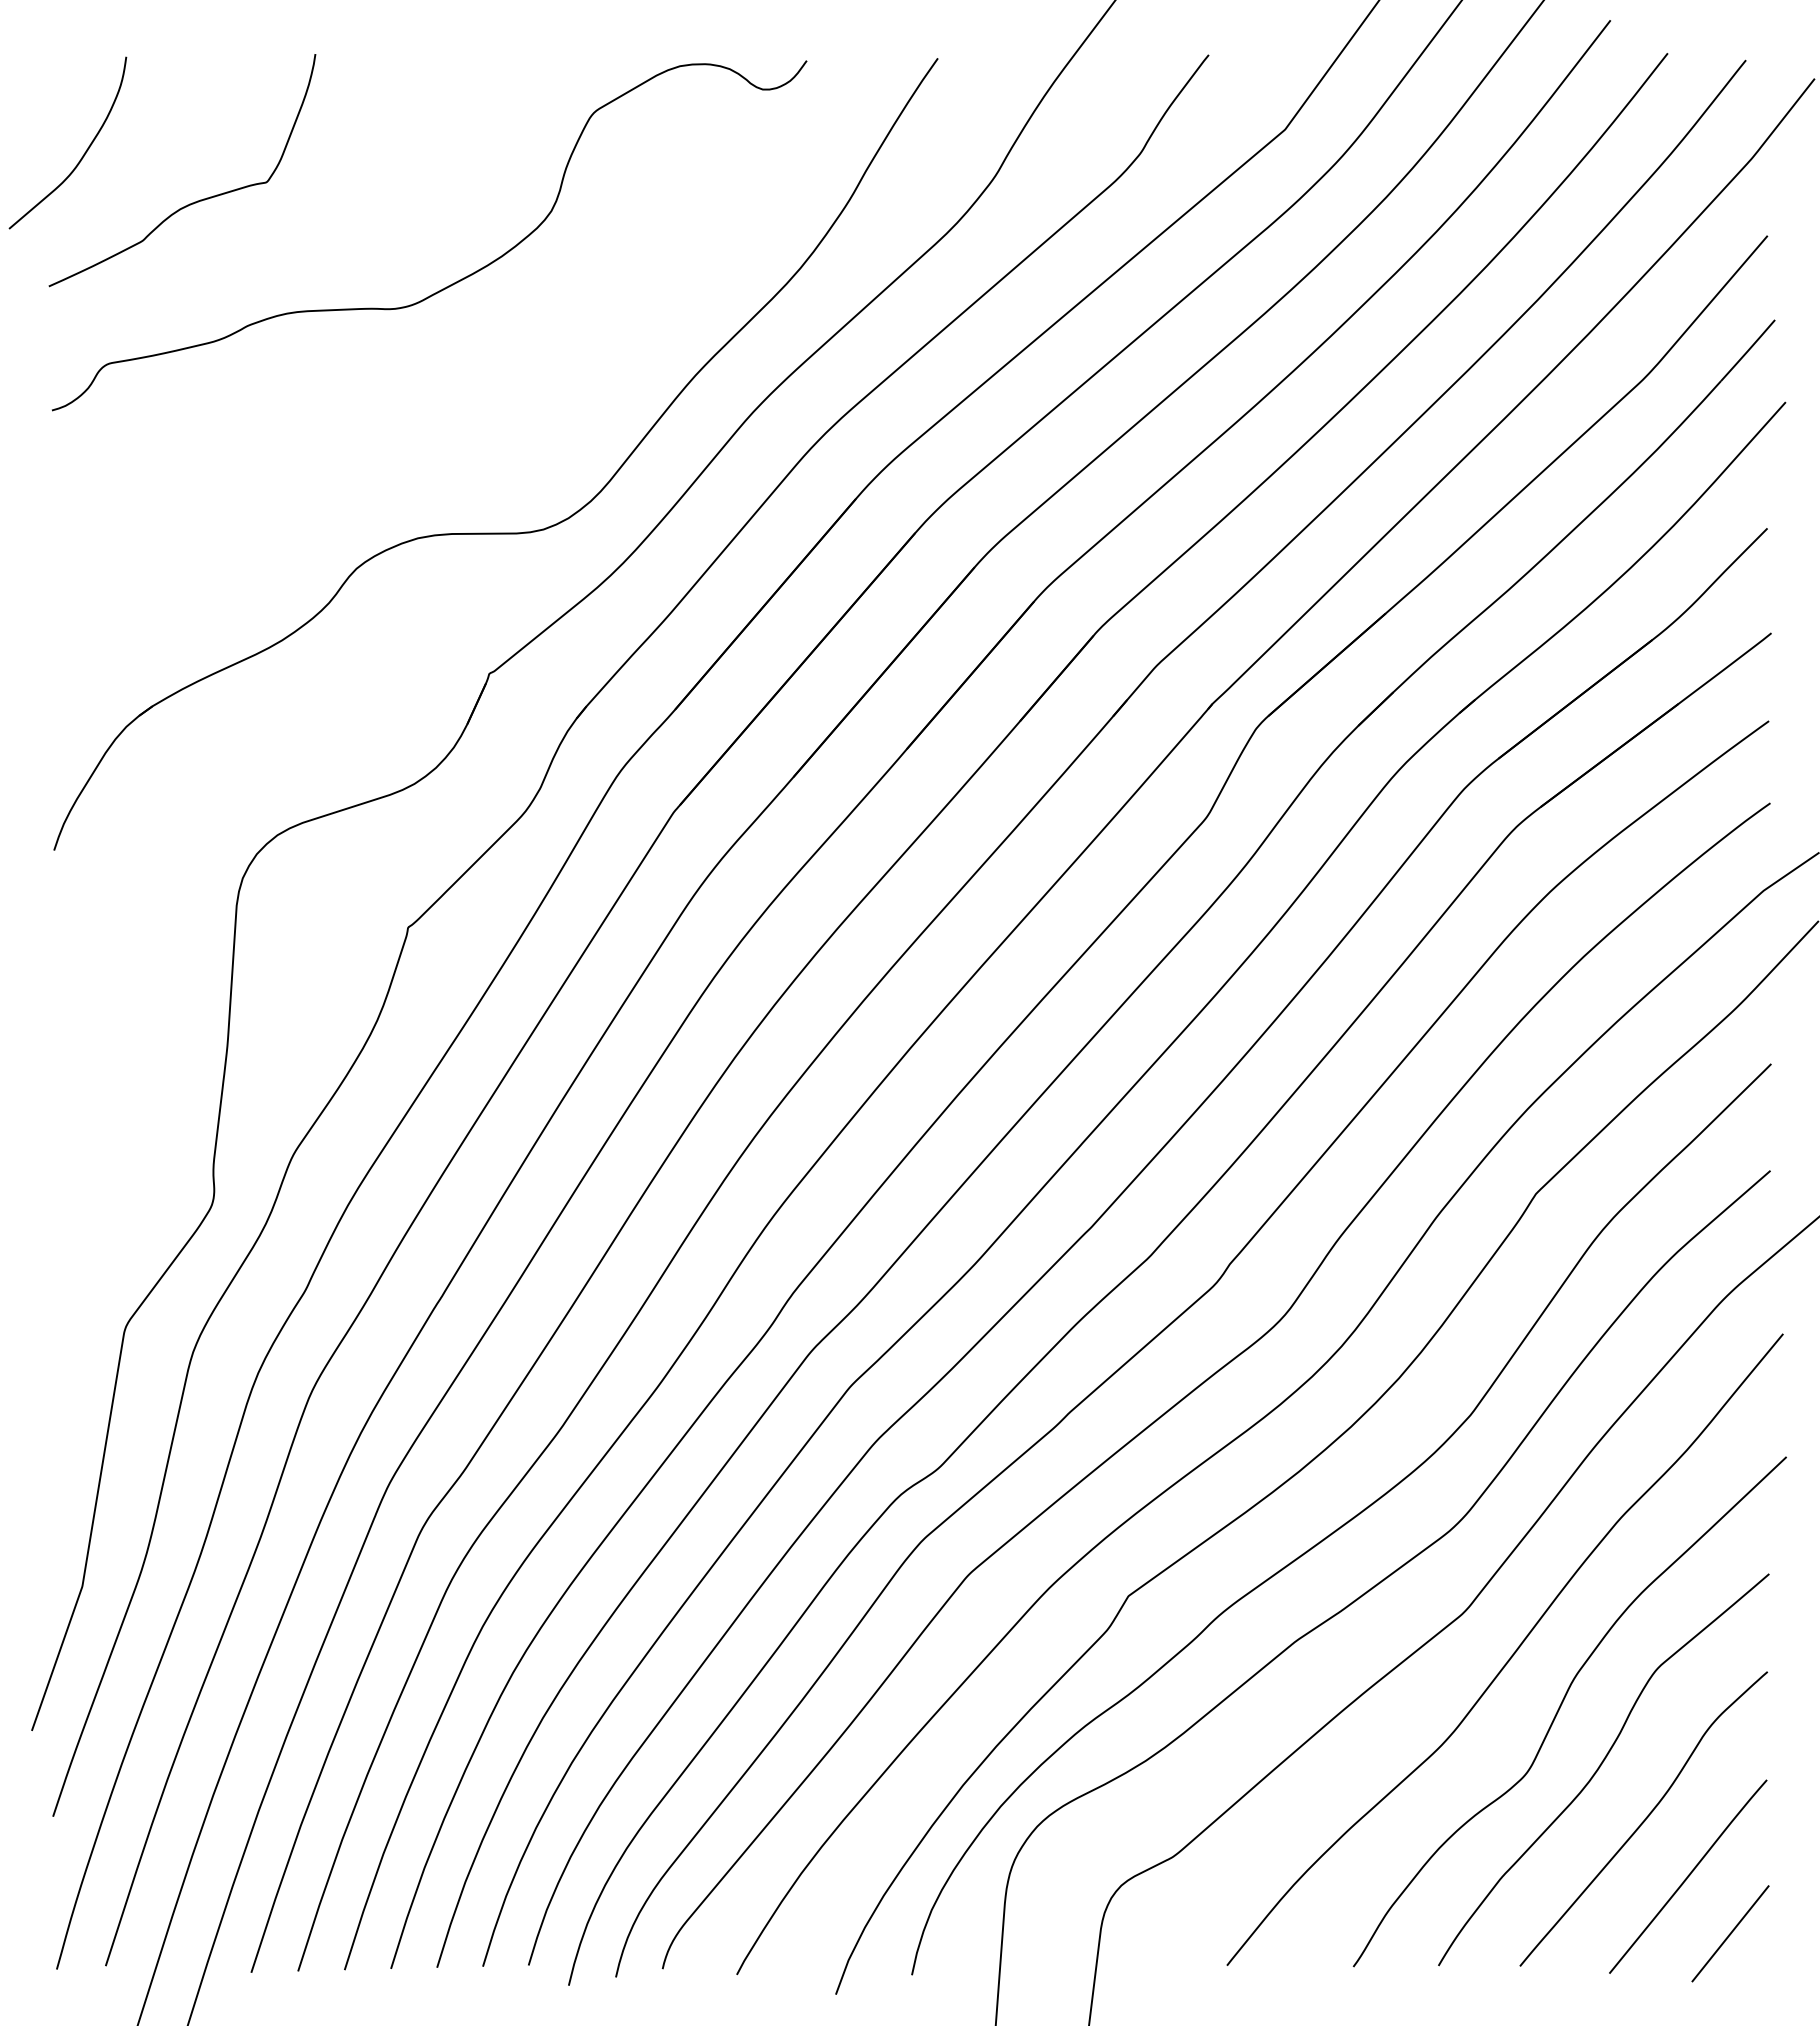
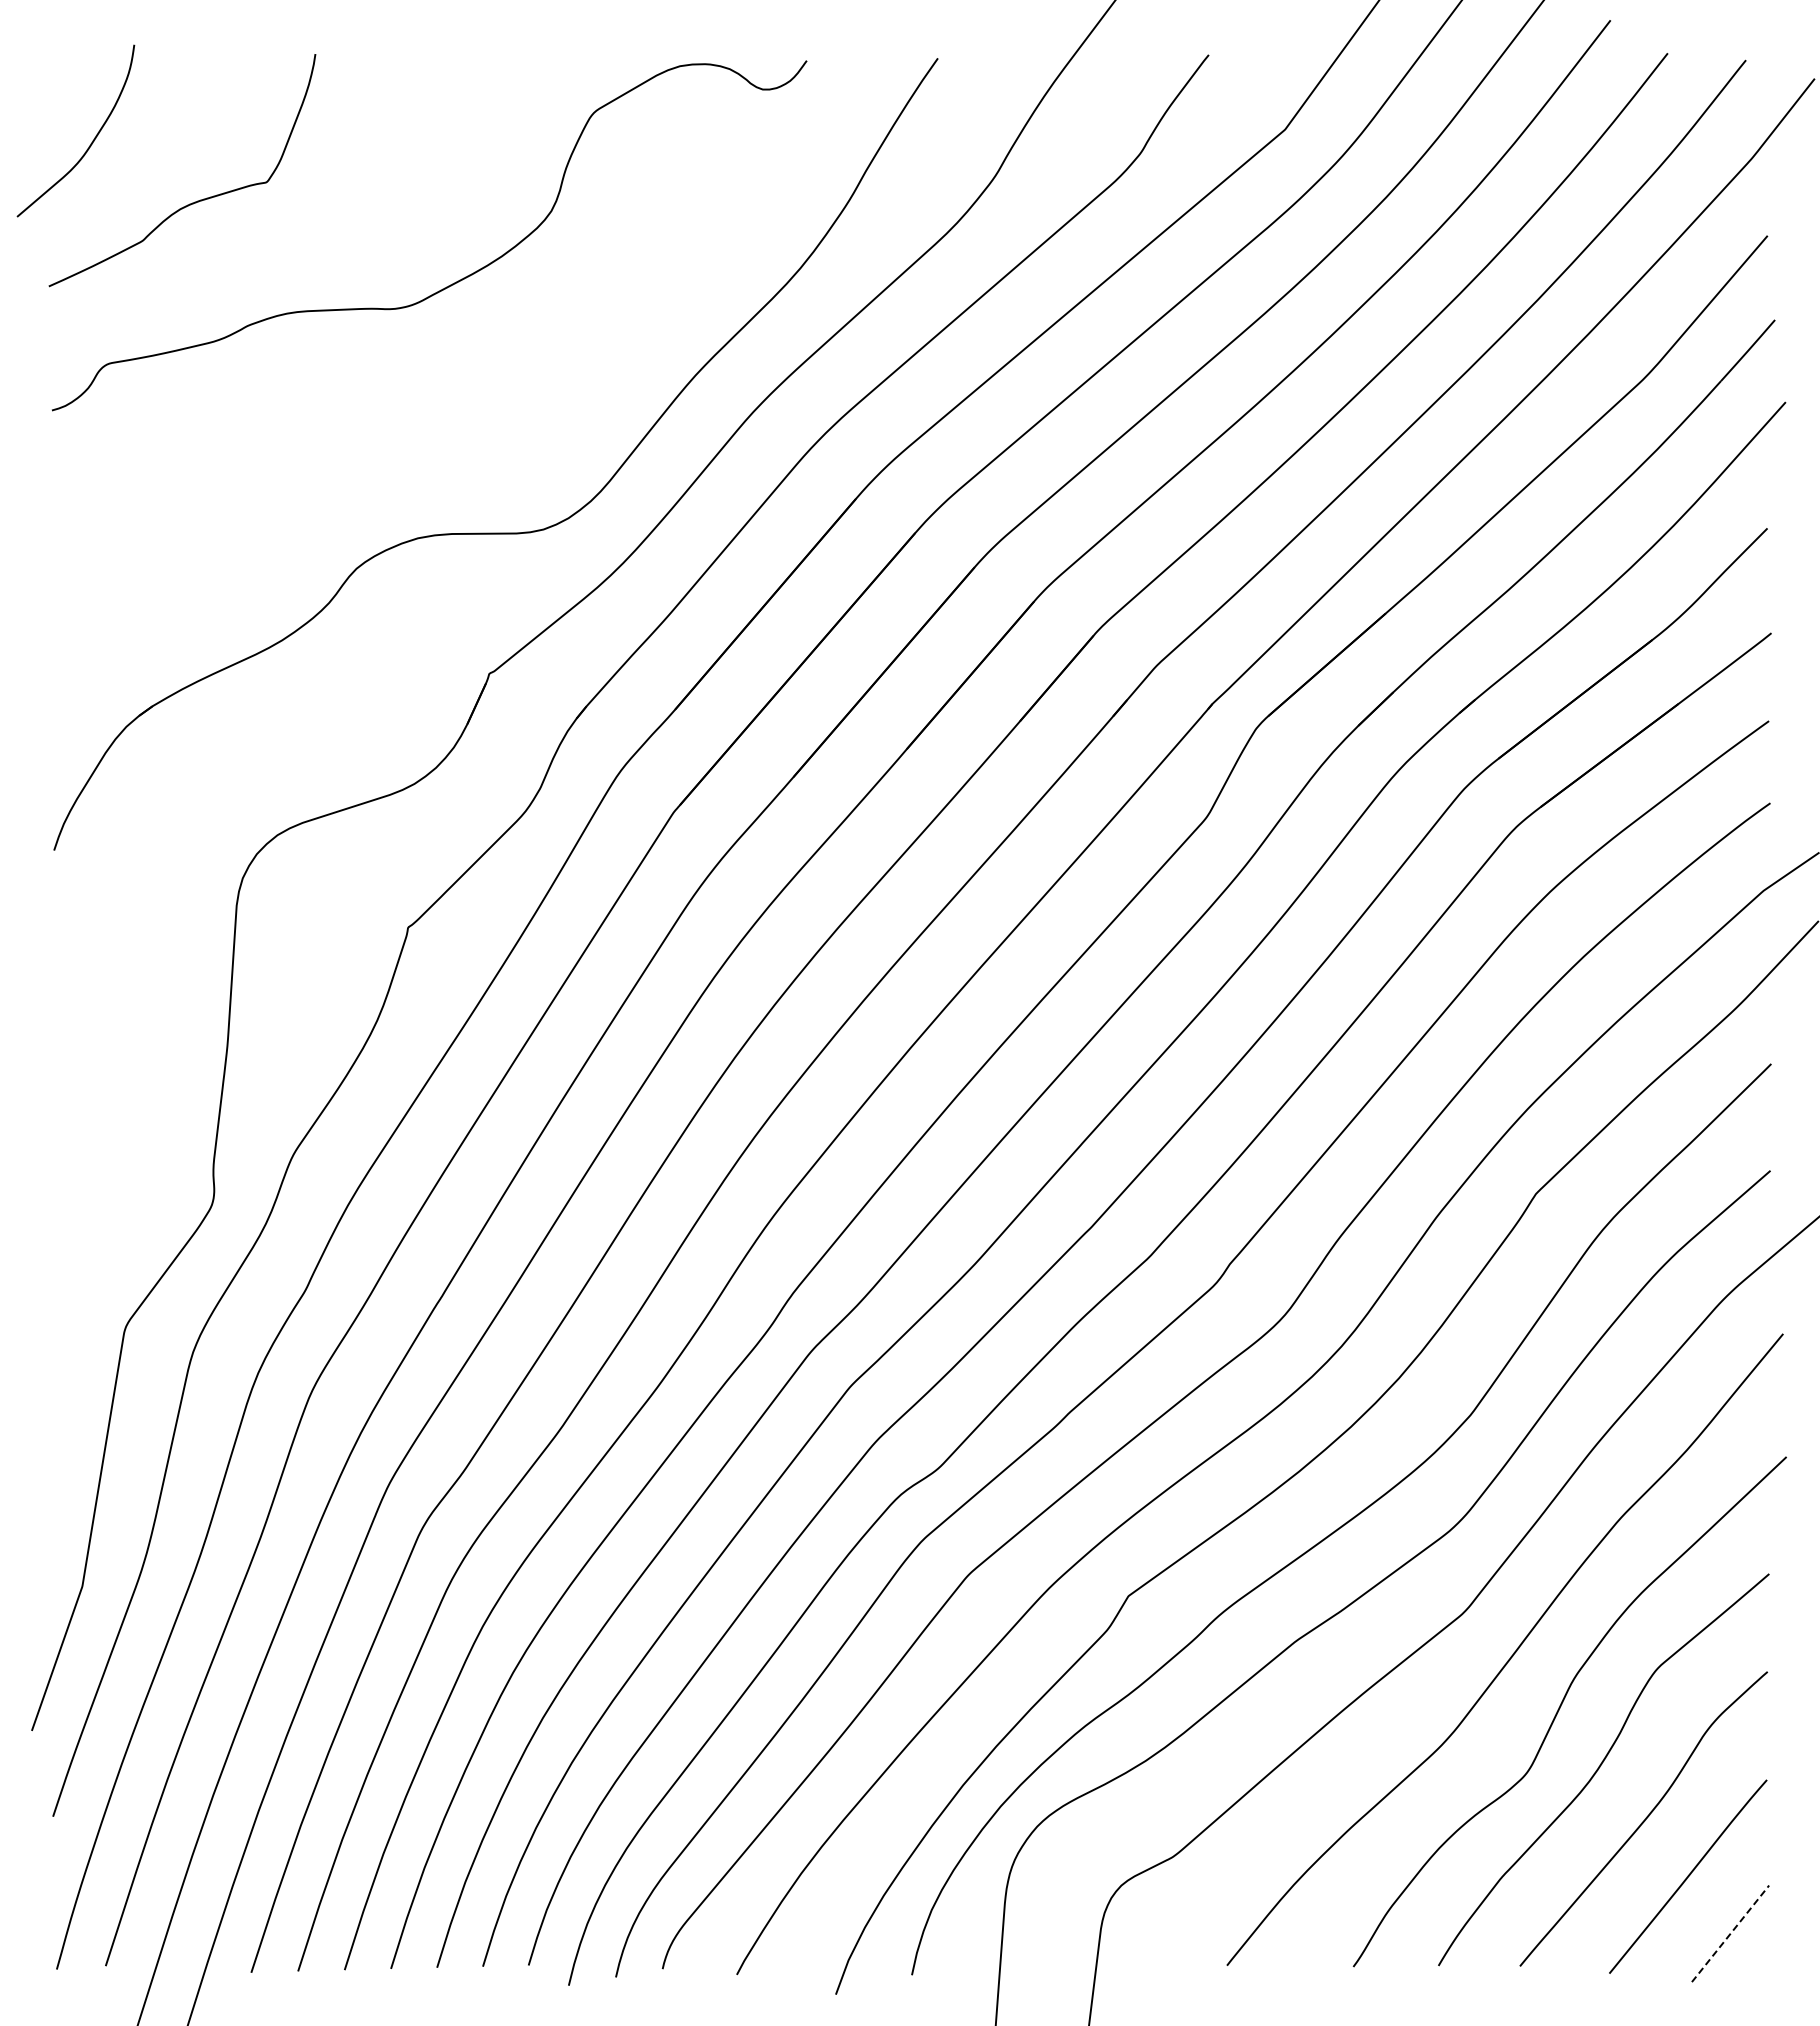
curve at (84, 152) position: (84, 152) -> (92, 140)
line at (1730, 1933): solid -> dashed
